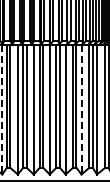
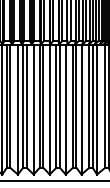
line at (2, 109): dashed -> solid
line at (81, 109): dashed -> solid
